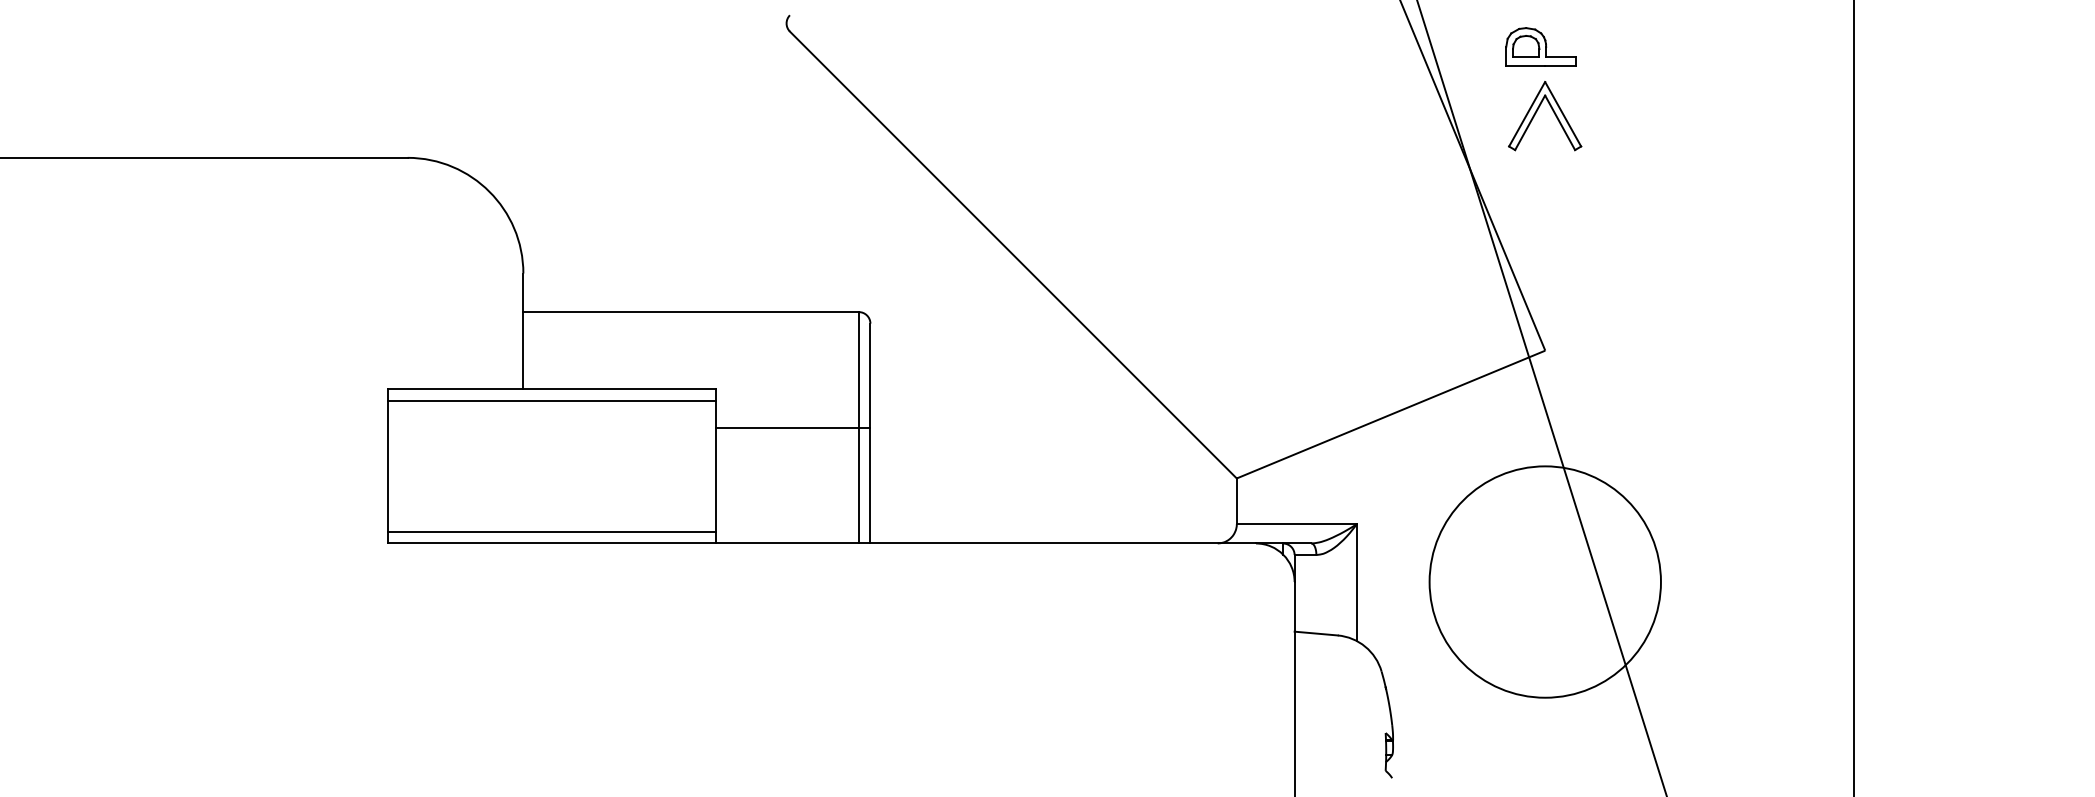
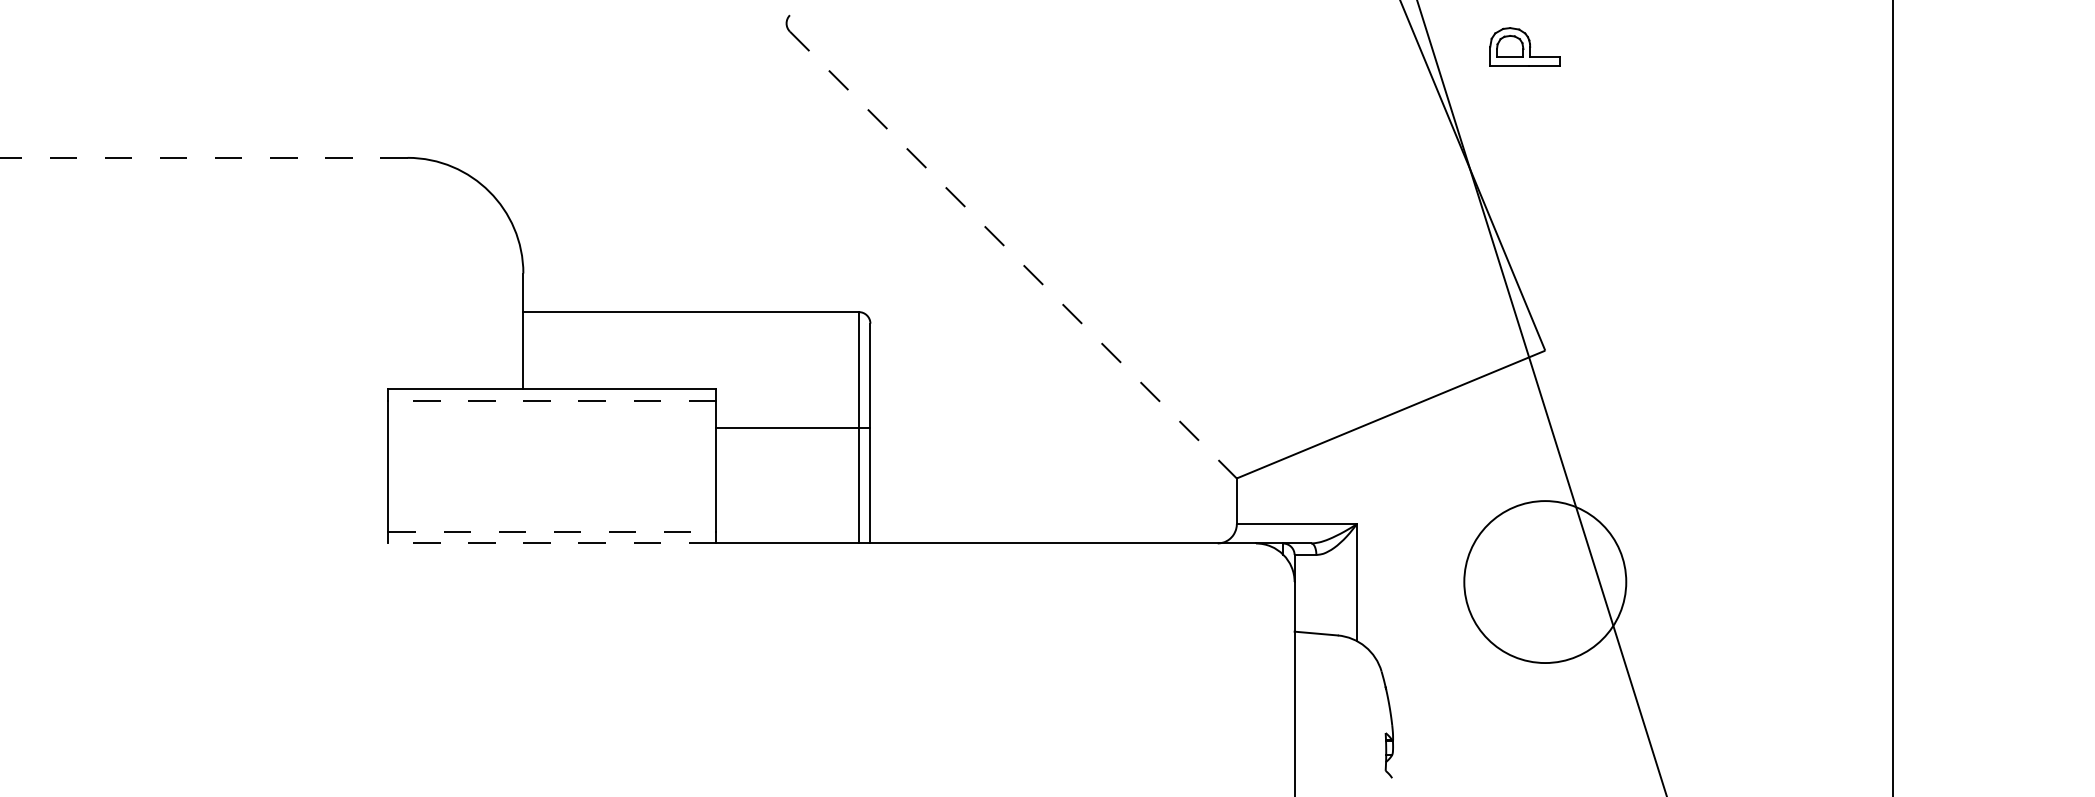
part at (1540, 46) position: (1540, 46) -> (1524, 46)
part at (1552, 111): present -> none
line at (203, 157): solid -> dashed
line at (1013, 255): solid -> dashed
line at (1853, 397) position: (1853, 397) -> (1892, 397)
line at (552, 400): solid -> dashed
line at (552, 531): solid -> dashed
line at (552, 543): solid -> dashed
circle at (1544, 581) diameter: 231 px -> 162 px
